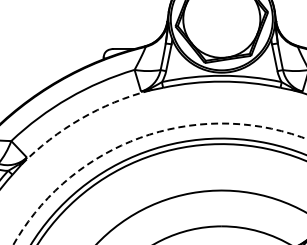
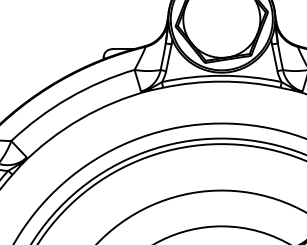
arc at (80, 118): dashed -> solid
arc at (140, 137): dashed -> solid
